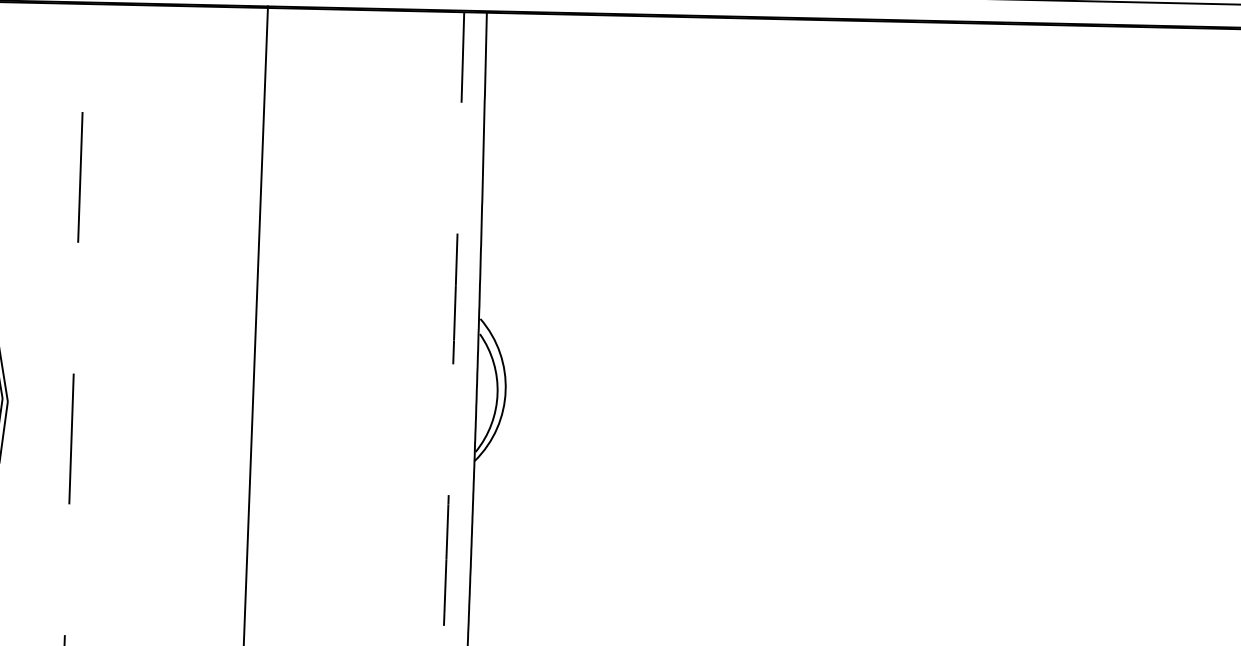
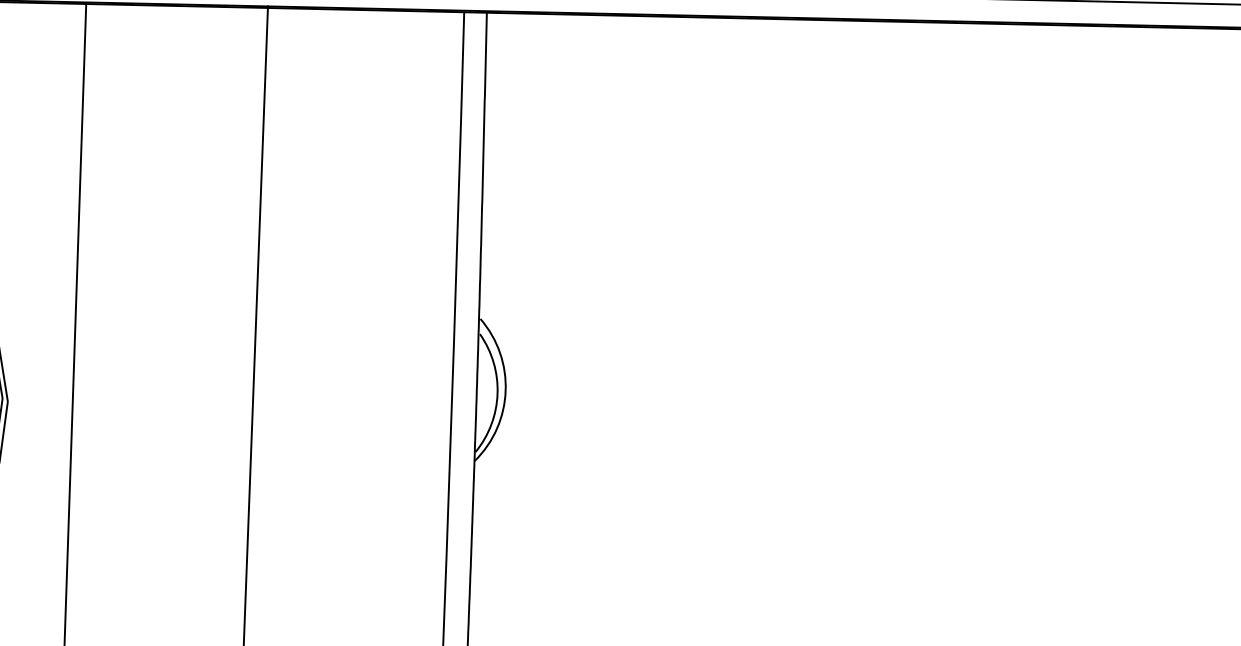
line at (75, 324): dashed -> solid
arc at (454, 328): dashed -> solid
